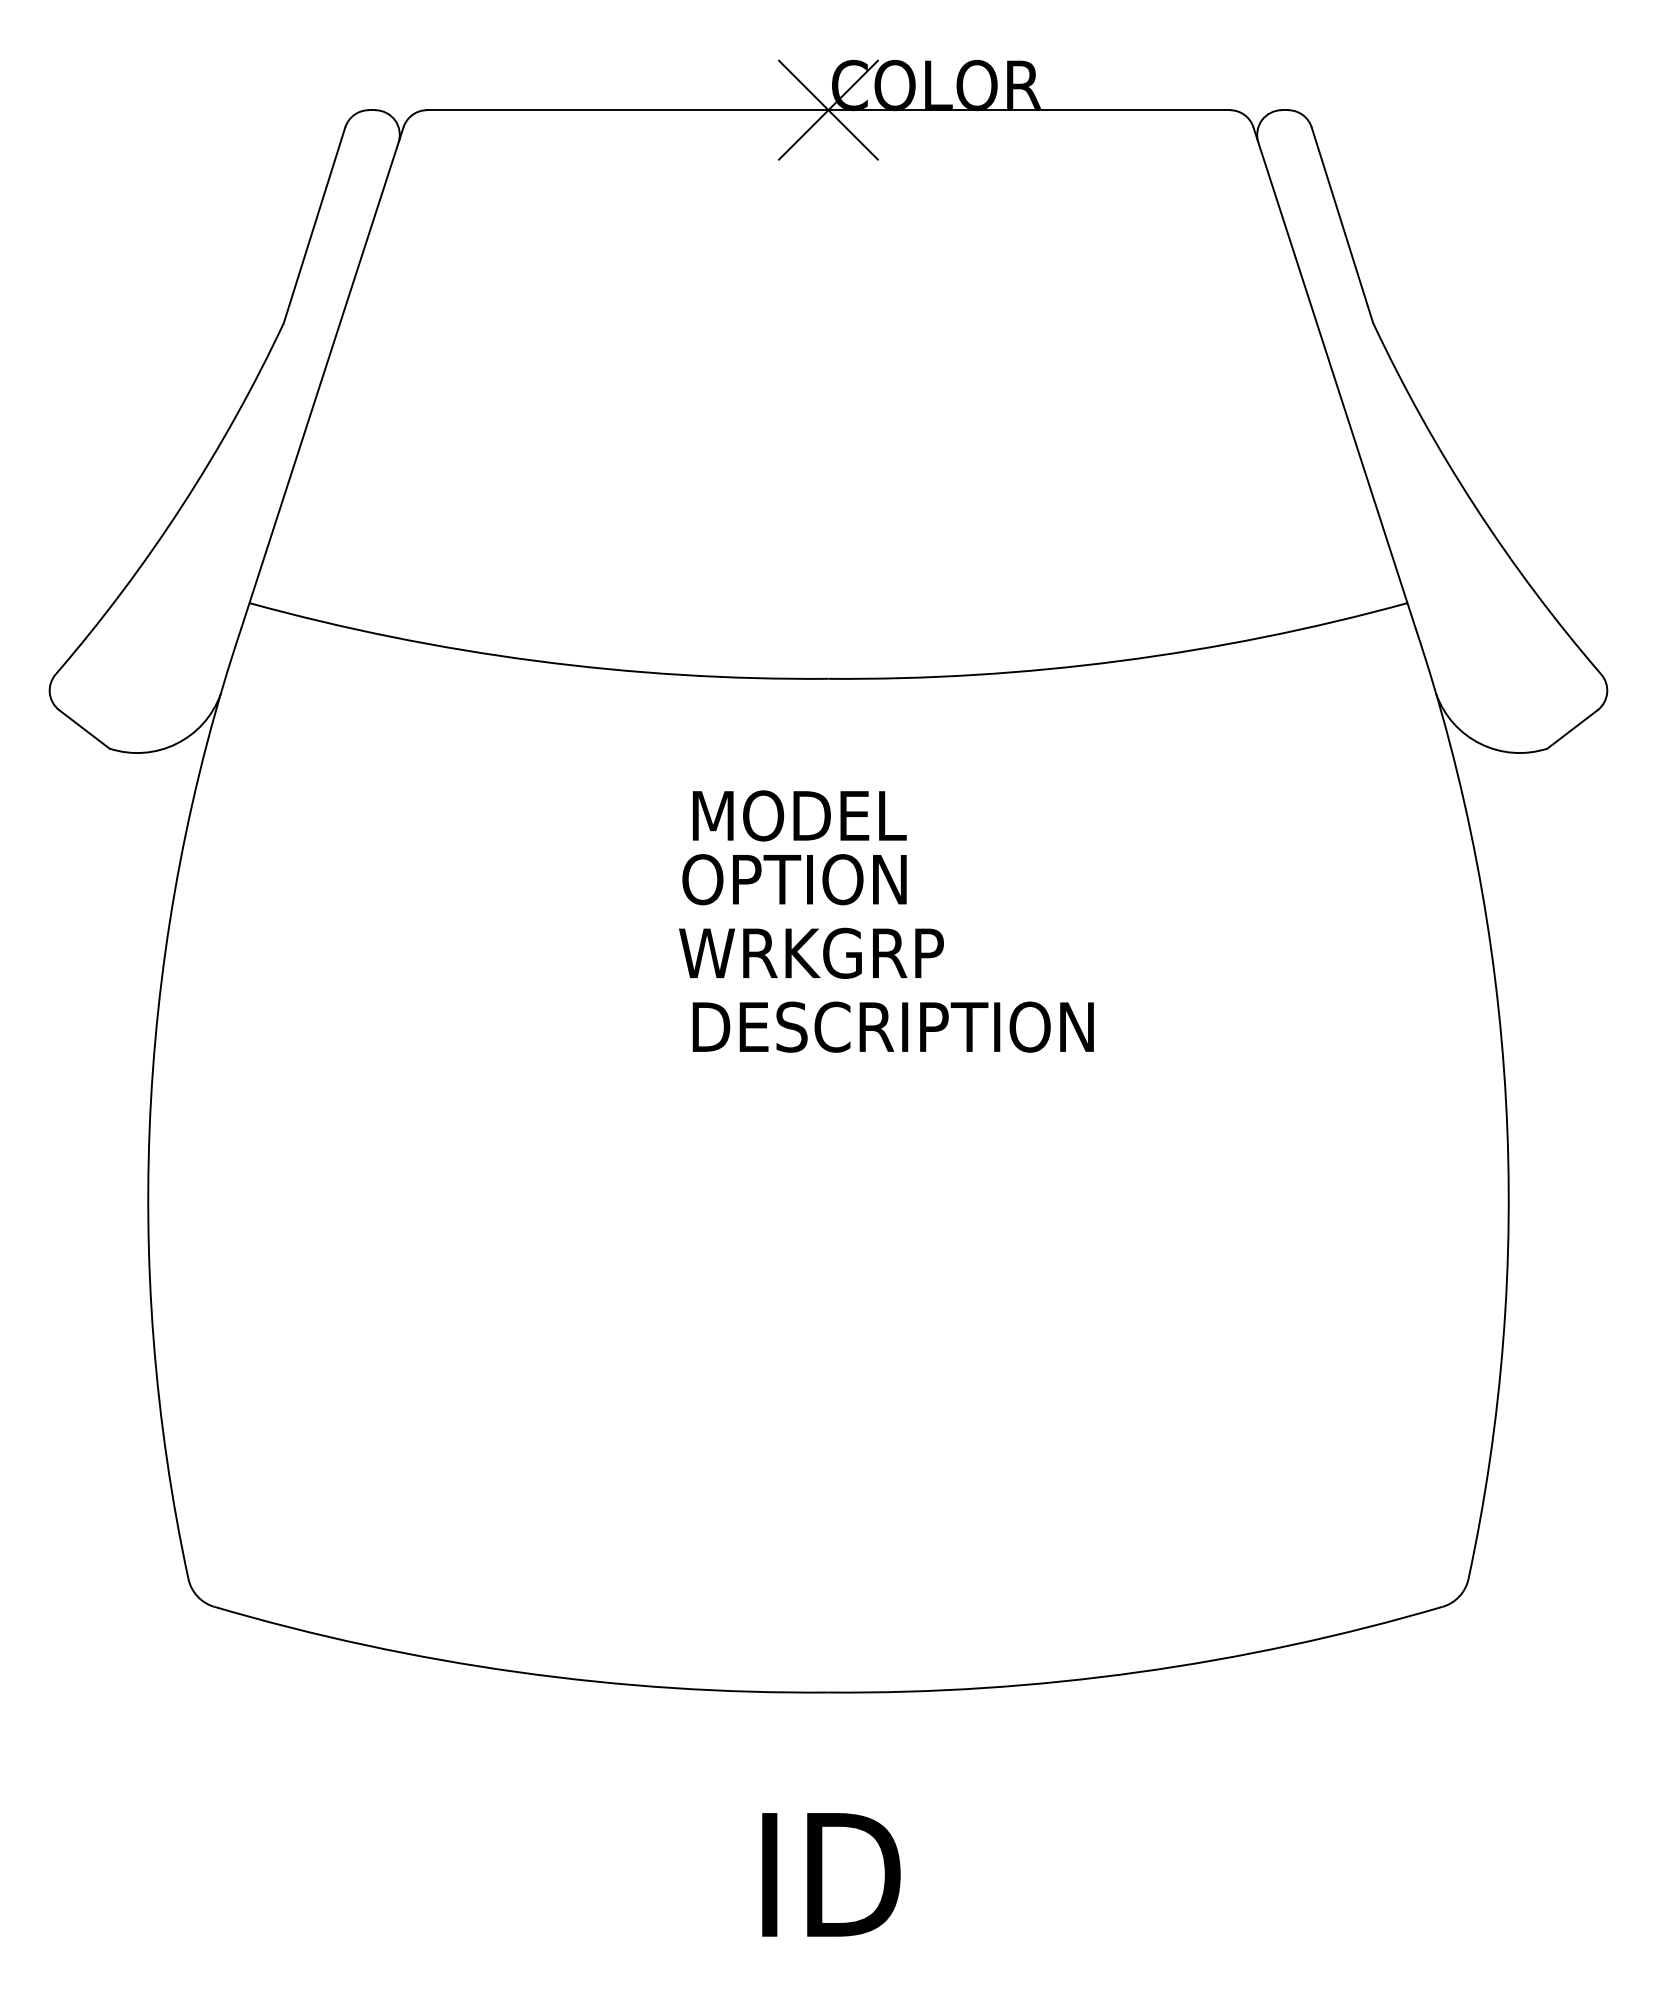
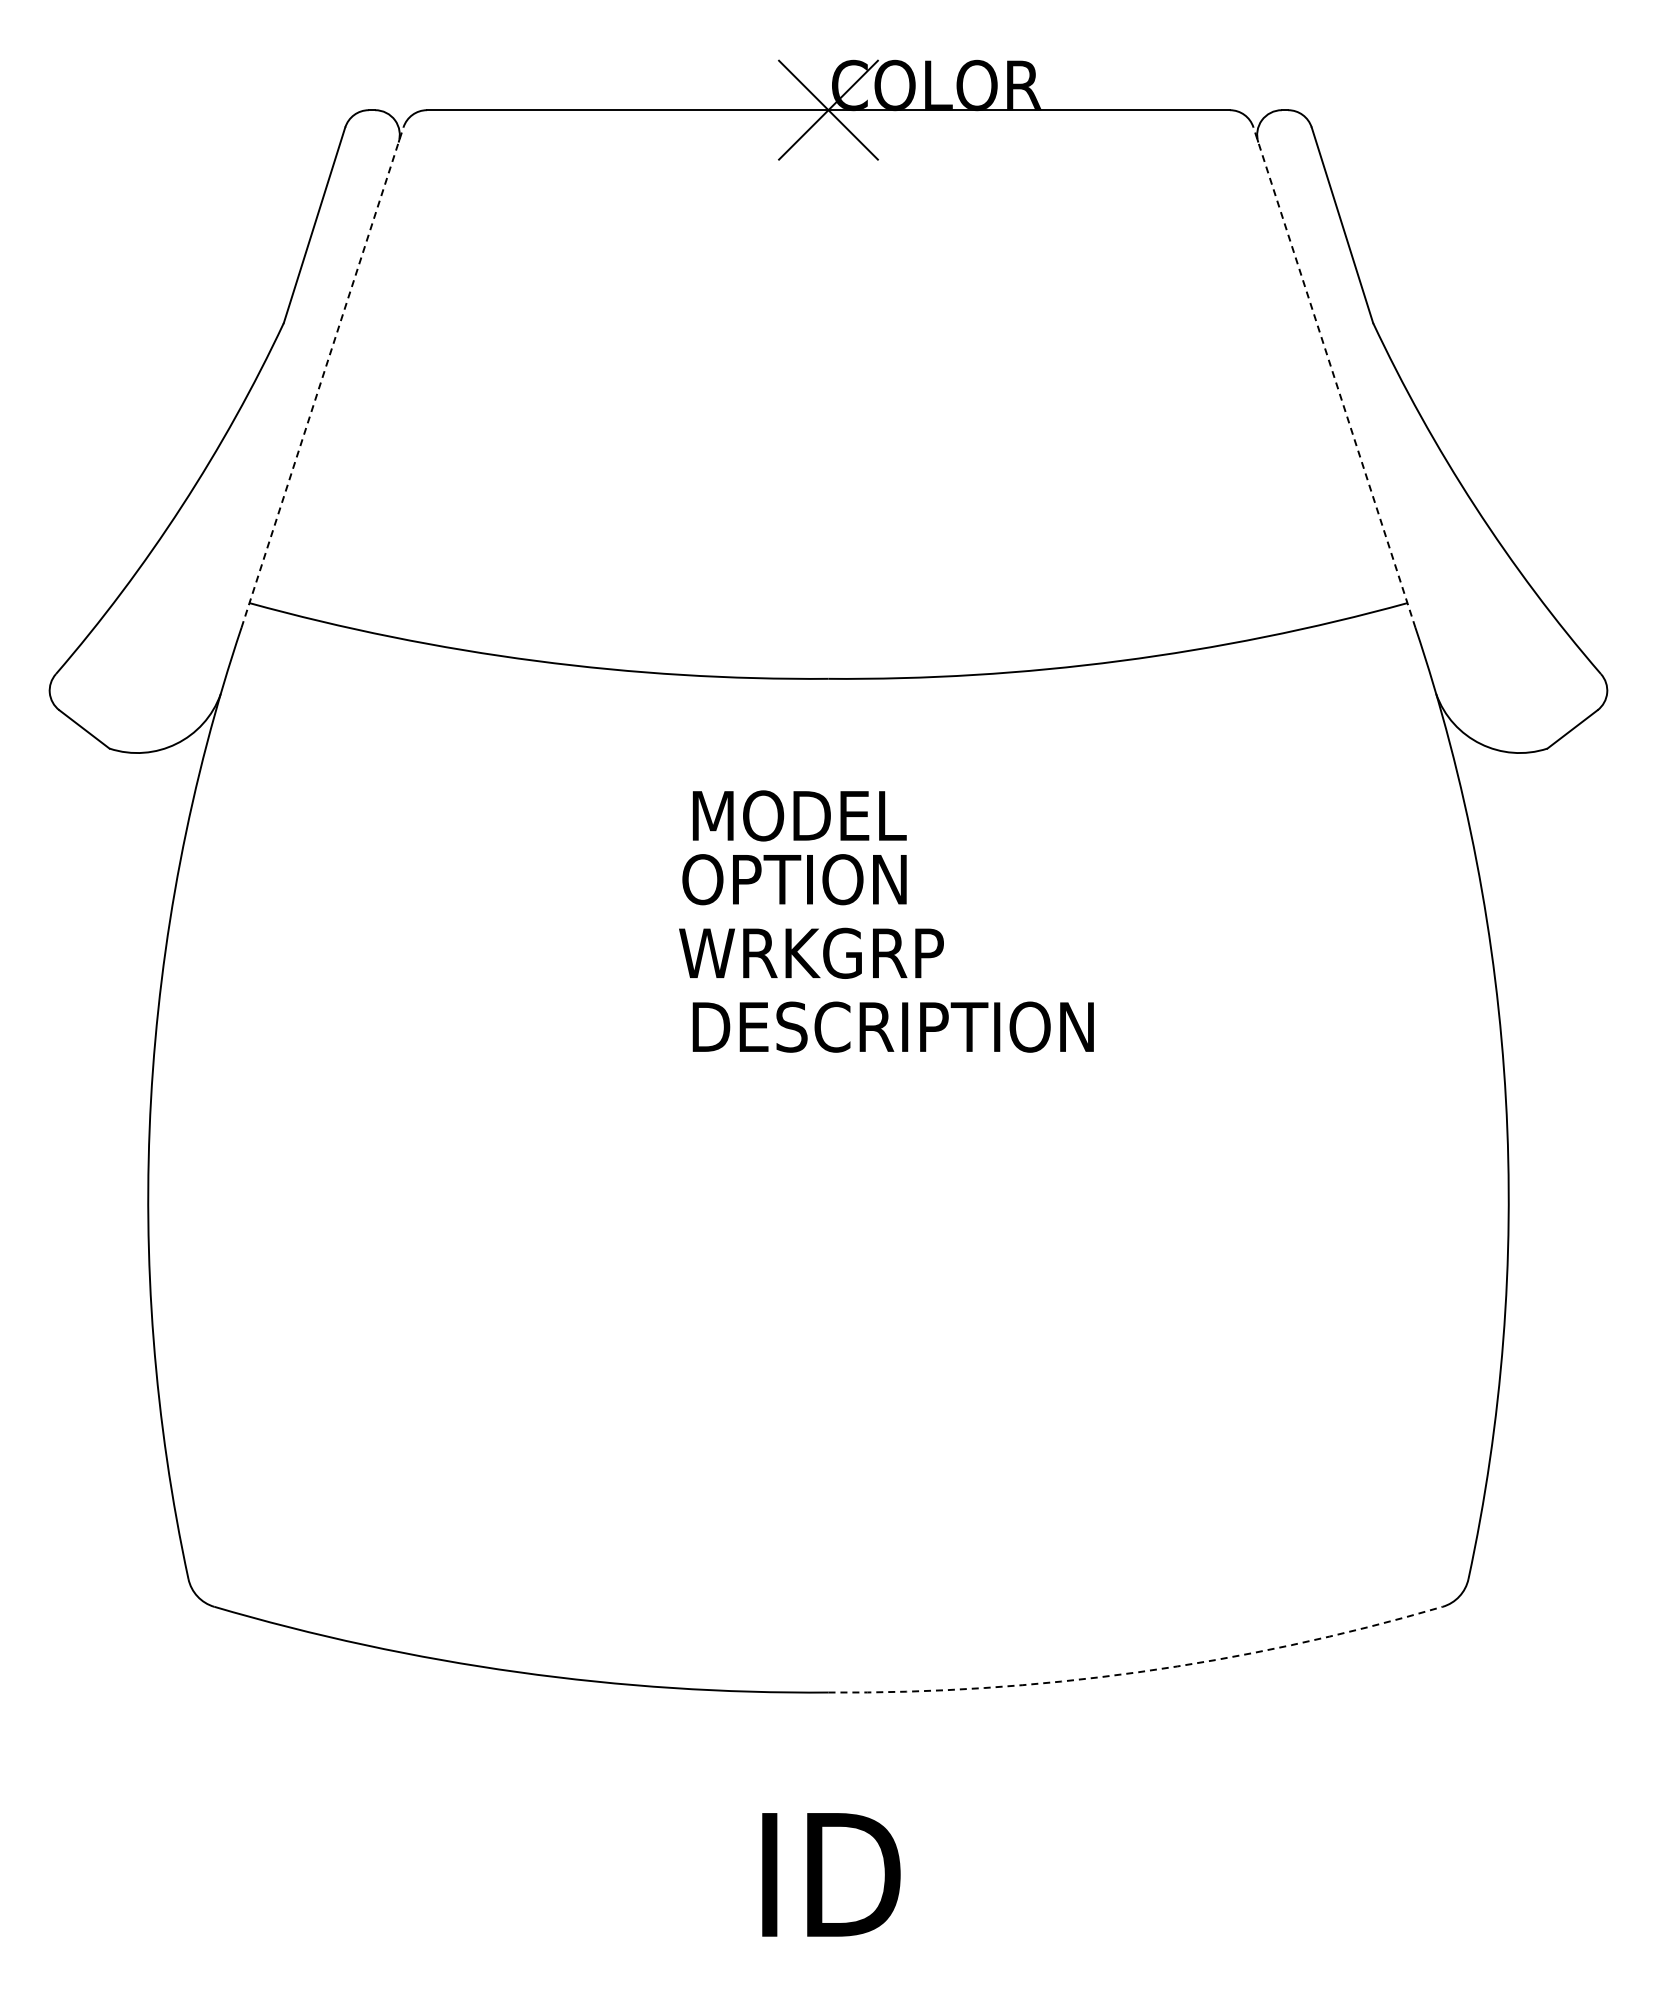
line at (322, 377): solid -> dashed
line at (1334, 377): solid -> dashed
arc at (1138, 1672): solid -> dashed
